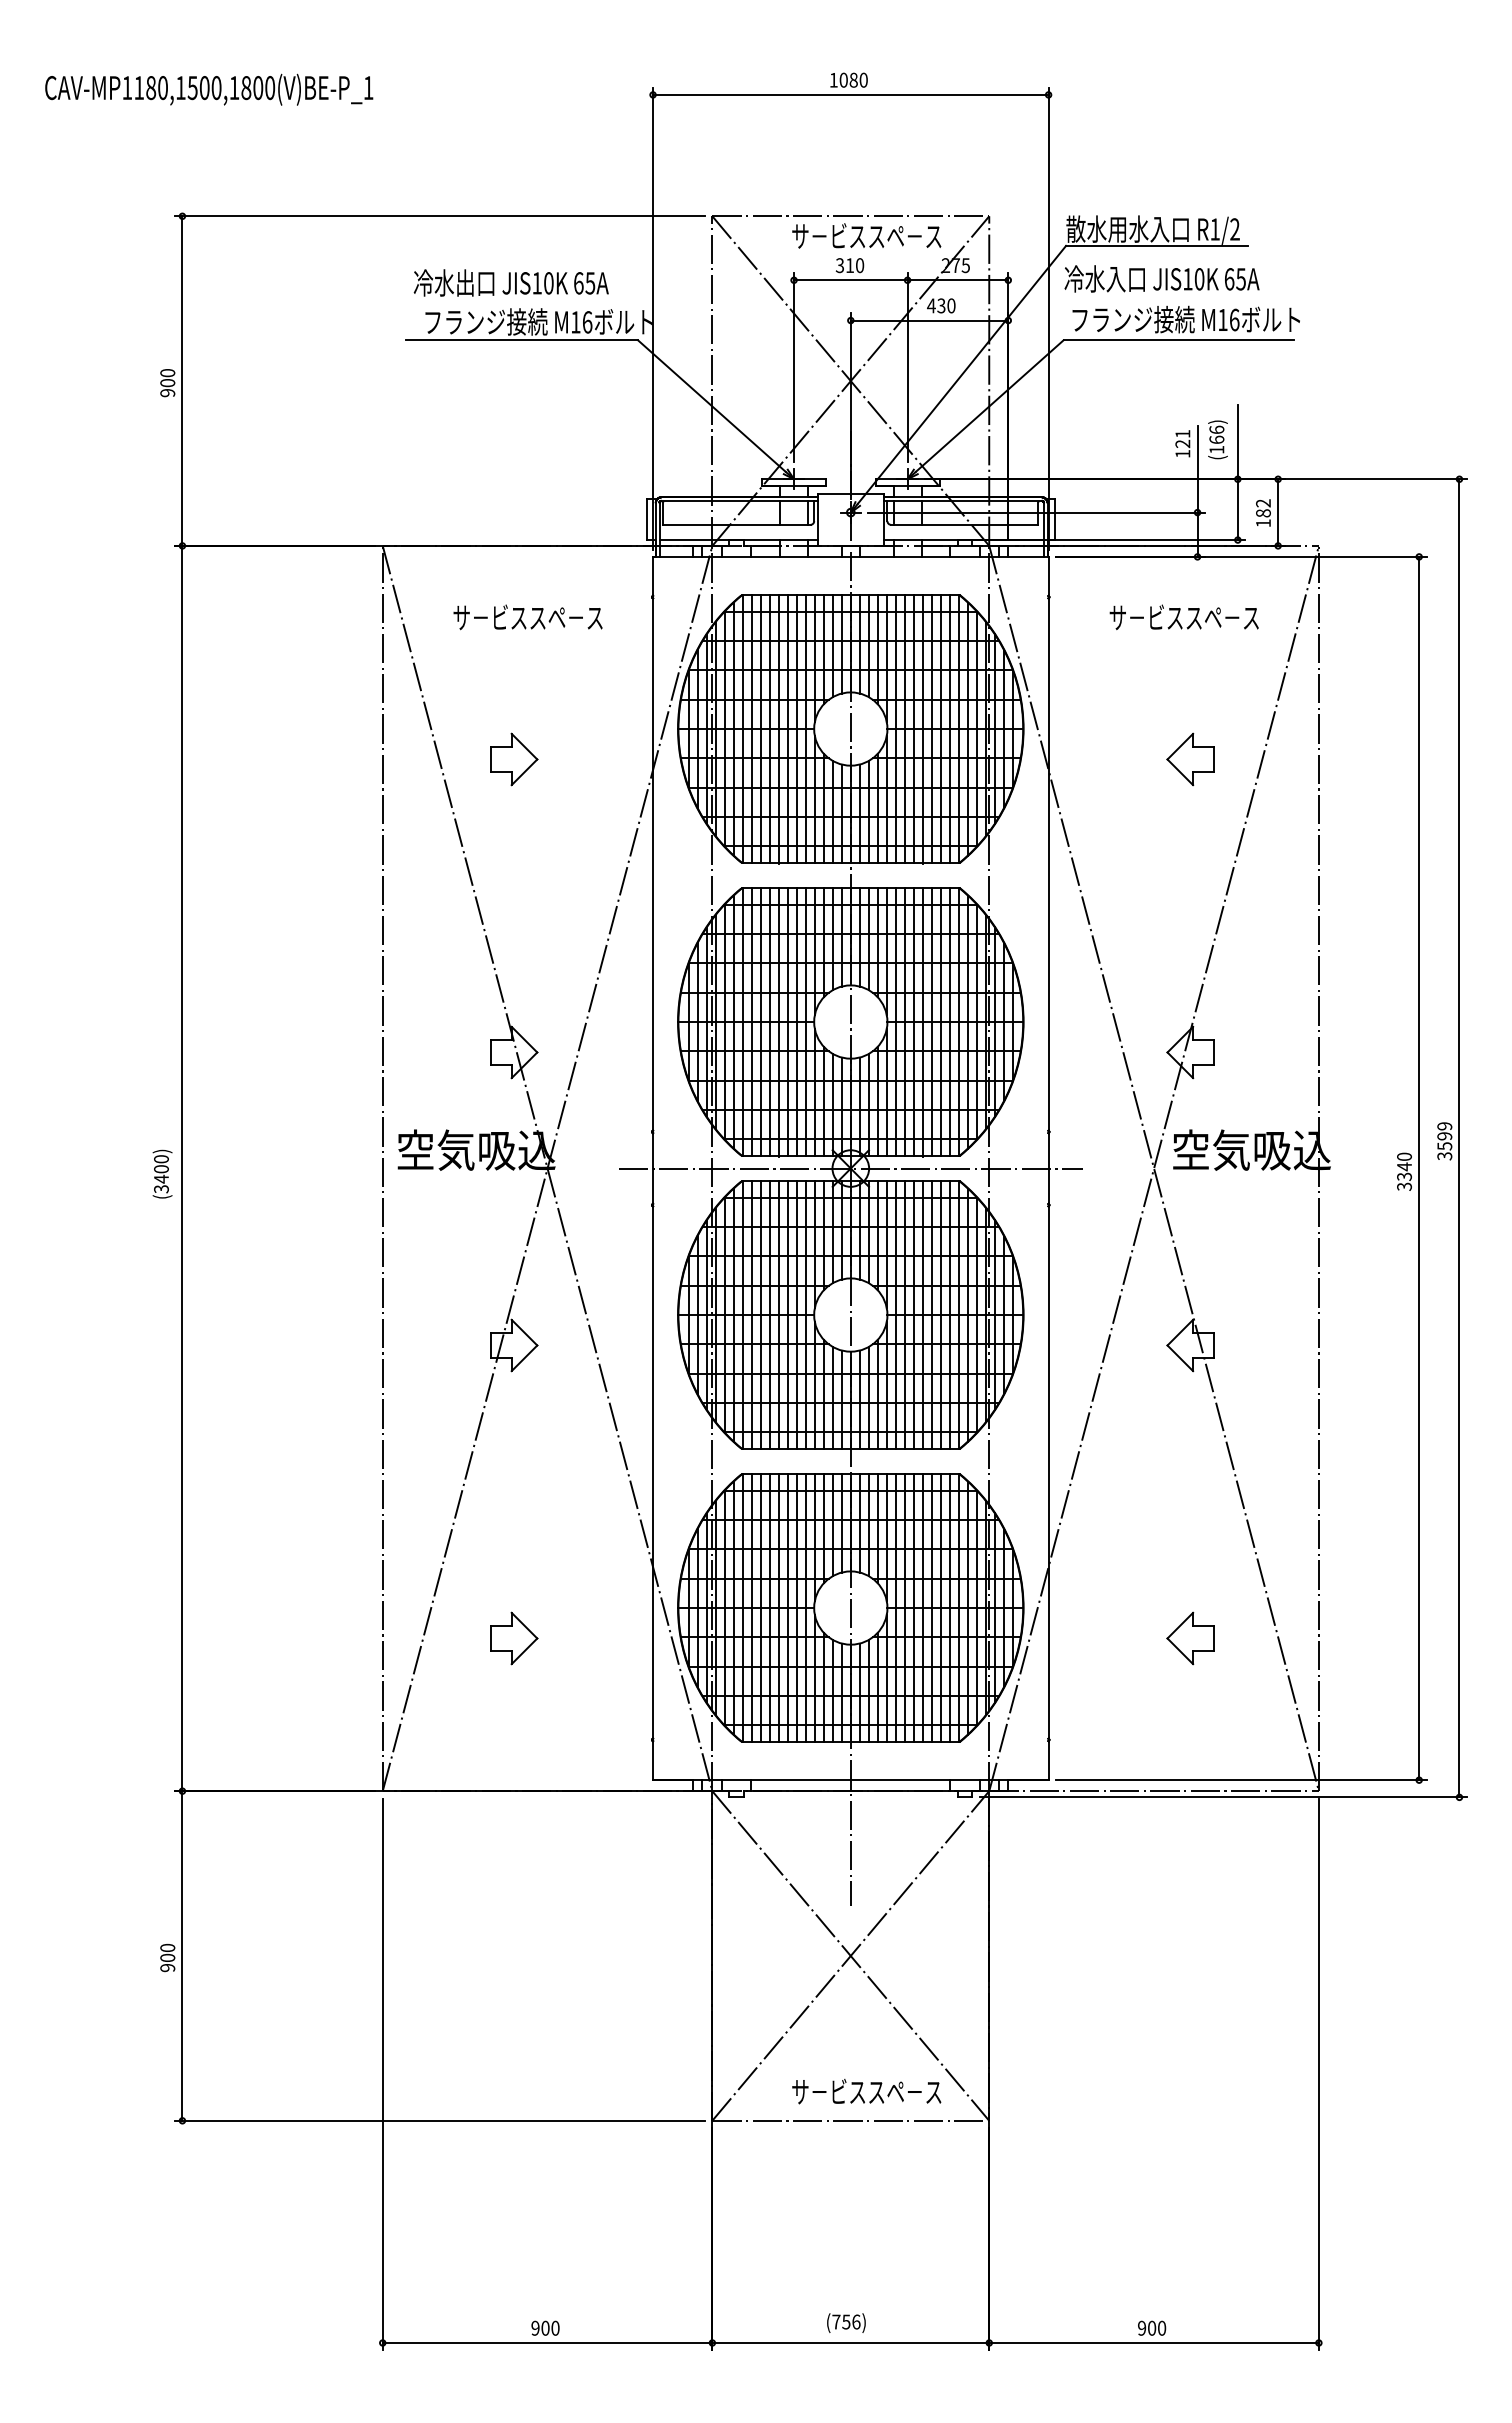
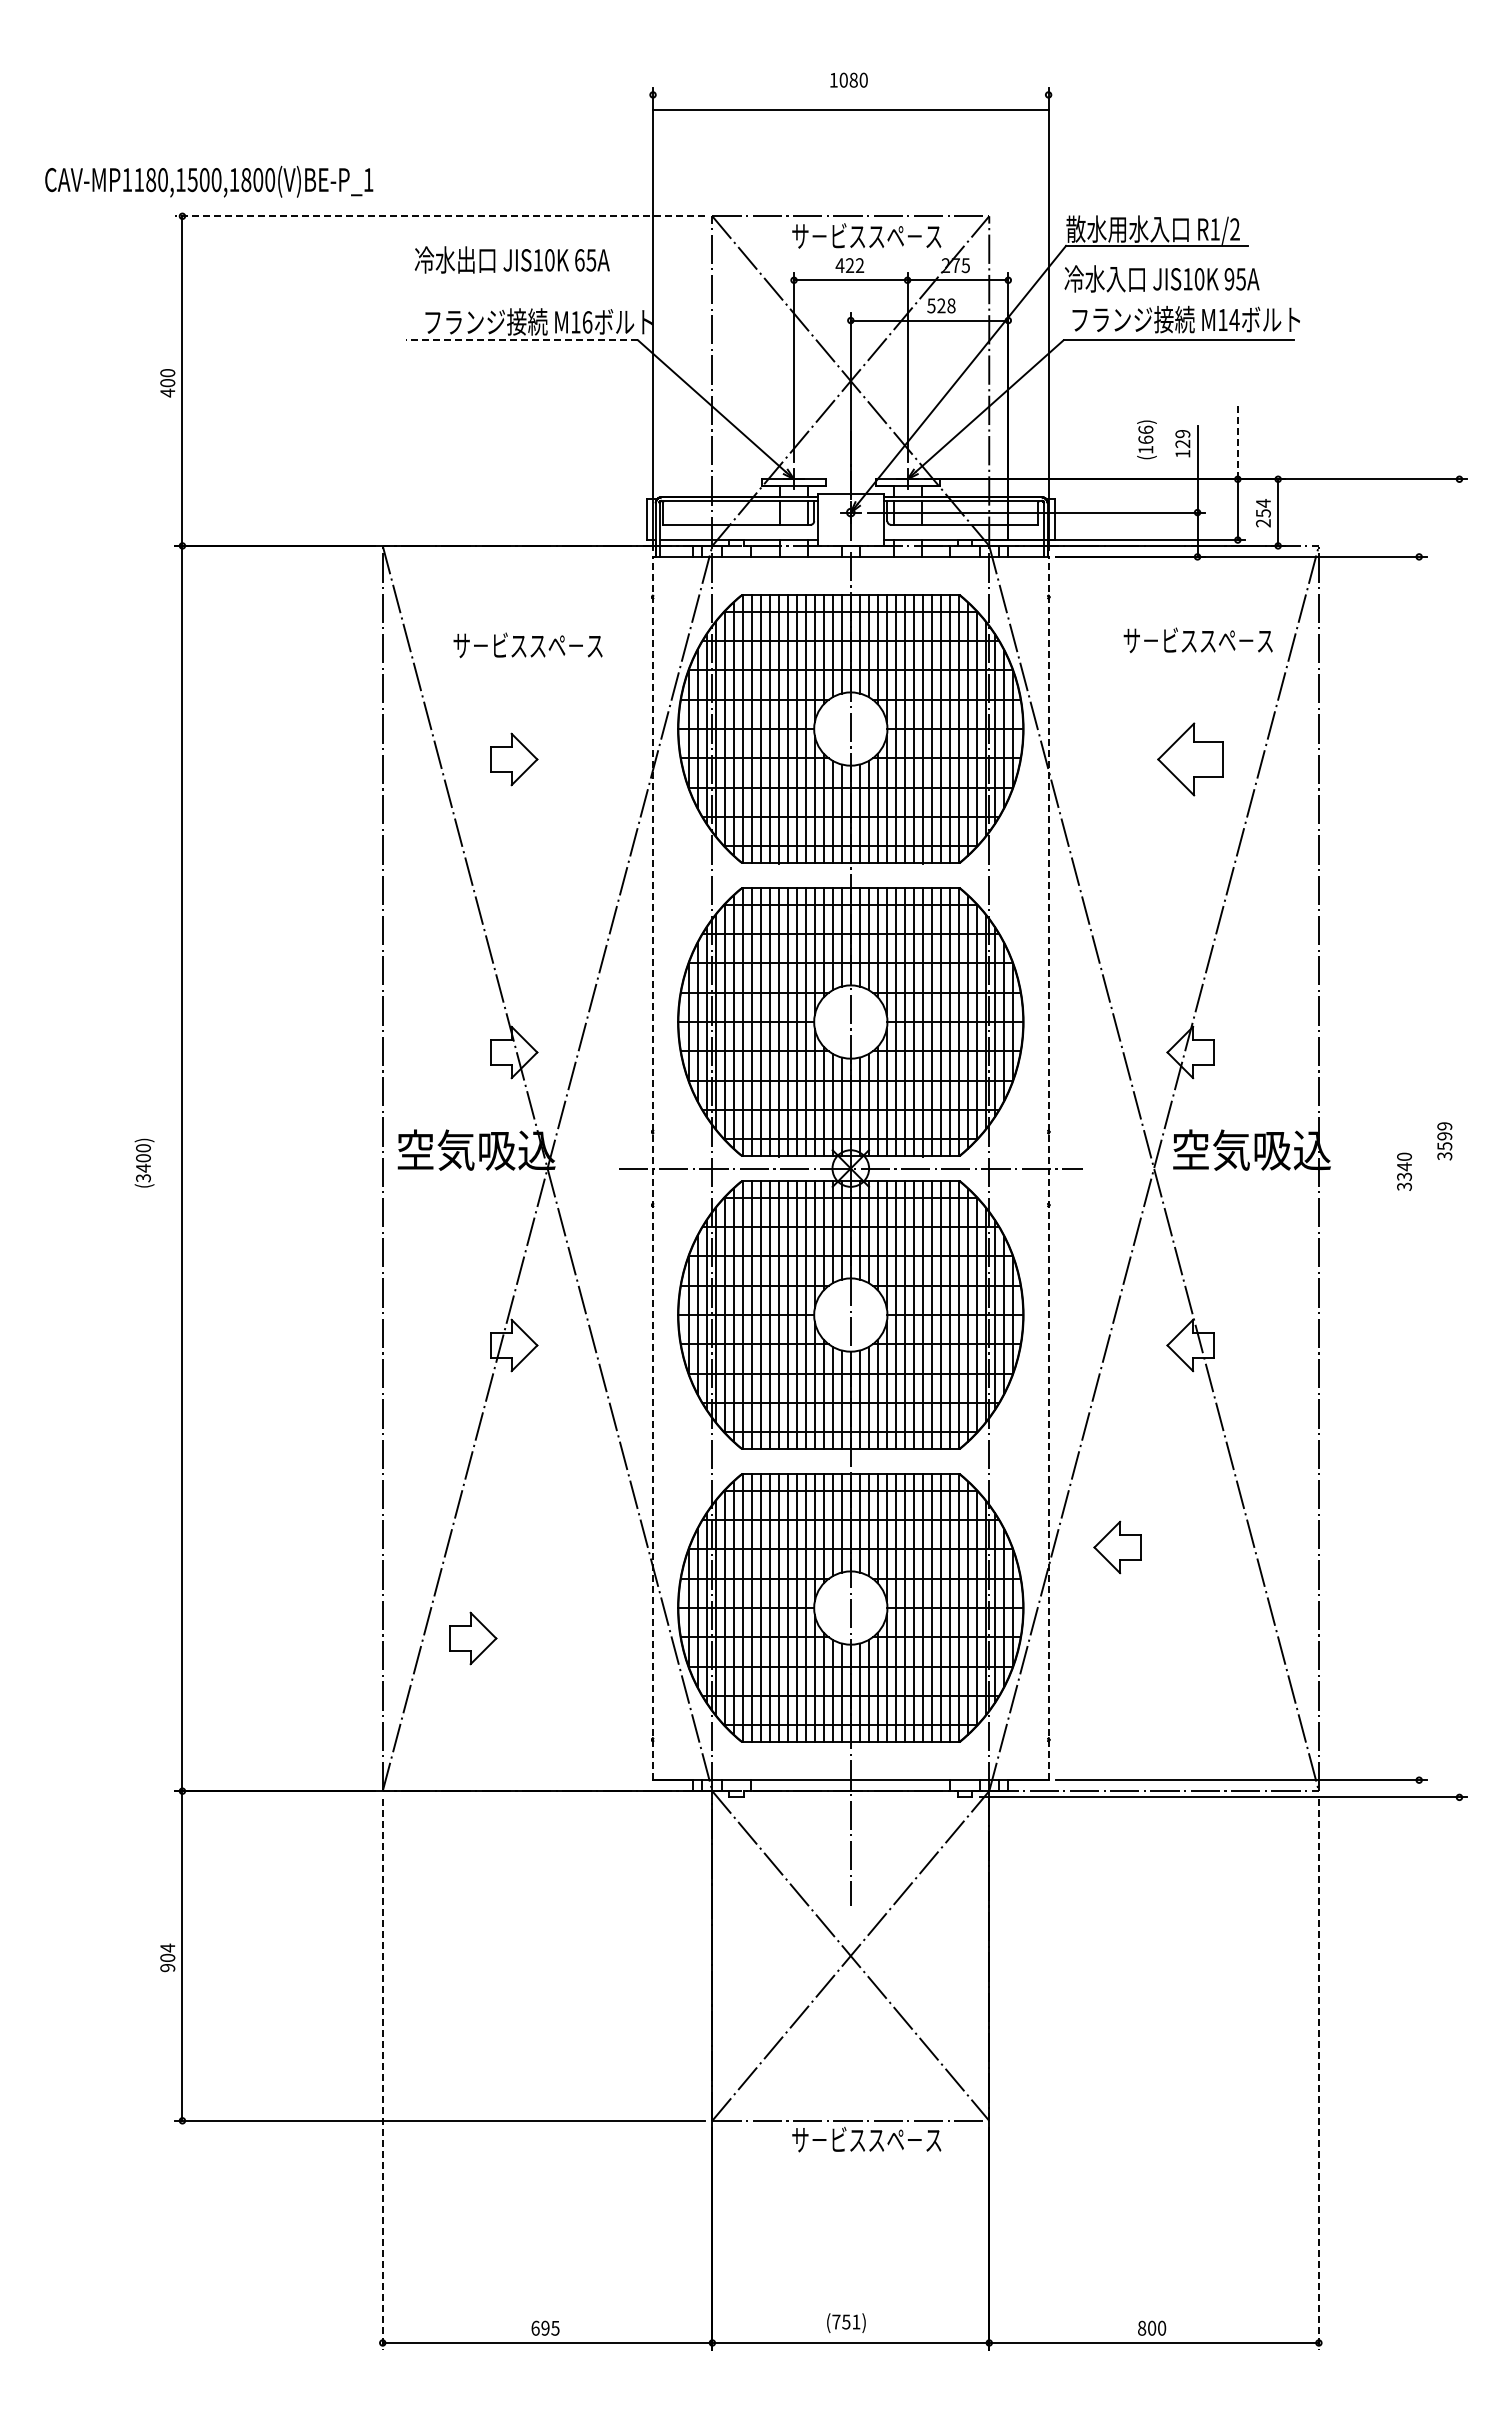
text at (209, 89) position: (209, 89) -> (209, 181)
line at (850, 94) position: (850, 94) -> (850, 109)
line at (440, 216): solid -> dashed
text at (849, 265): 310 -> 422
text at (1229, 279): 65A -> 95A
text at (510, 282) position: (510, 282) -> (511, 259)
text at (941, 305): 430 -> 528
text at (1234, 319): M16 -> M14
line at (522, 340): solid -> dashed
text at (167, 392): 900 -> 400
text at (1182, 434): 121 -> 129
text at (1217, 439) position: (1217, 439) -> (1146, 439)
line at (1237, 442): solid -> dashed
text at (1263, 513): 182 -> 254
text at (527, 617) position: (527, 617) -> (527, 645)
text at (1183, 617) position: (1183, 617) -> (1197, 640)
part at (1190, 759) size: 49x55 px -> 67x75 px
line at (1459, 1138): present -> none
line at (653, 1168): solid -> dashed
line at (1048, 1168): solid -> dashed
line at (1419, 1168): present -> none
text at (162, 1173) position: (162, 1173) -> (144, 1162)
part at (514, 1638) position: (514, 1638) -> (473, 1638)
part at (1190, 1638) position: (1190, 1638) -> (1117, 1547)
text at (167, 1947): 900 -> 904
line at (382, 2074): solid -> dashed
line at (1318, 2074): solid -> dashed
text at (866, 2091) position: (866, 2091) -> (866, 2139)
text at (856, 2321): (756) -> (751)
text at (545, 2327): 900 -> 695
text at (1142, 2328): 900 -> 800
